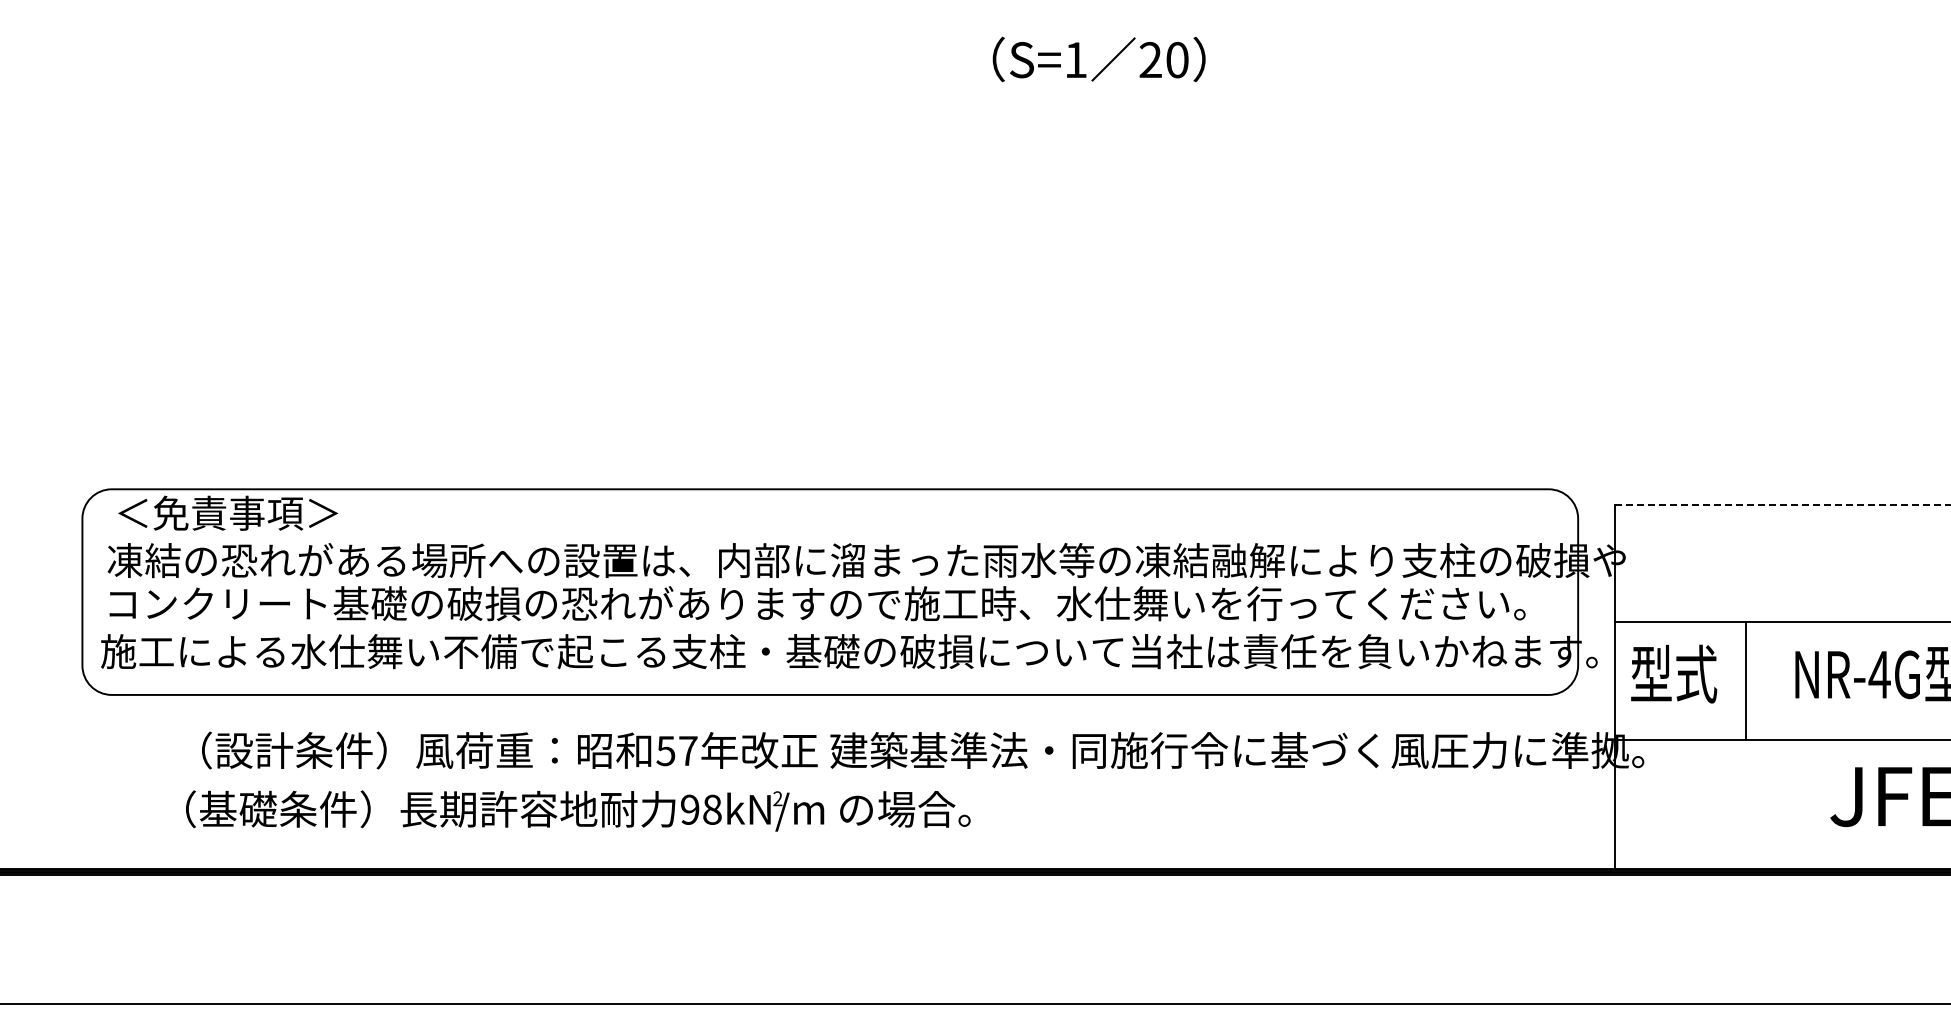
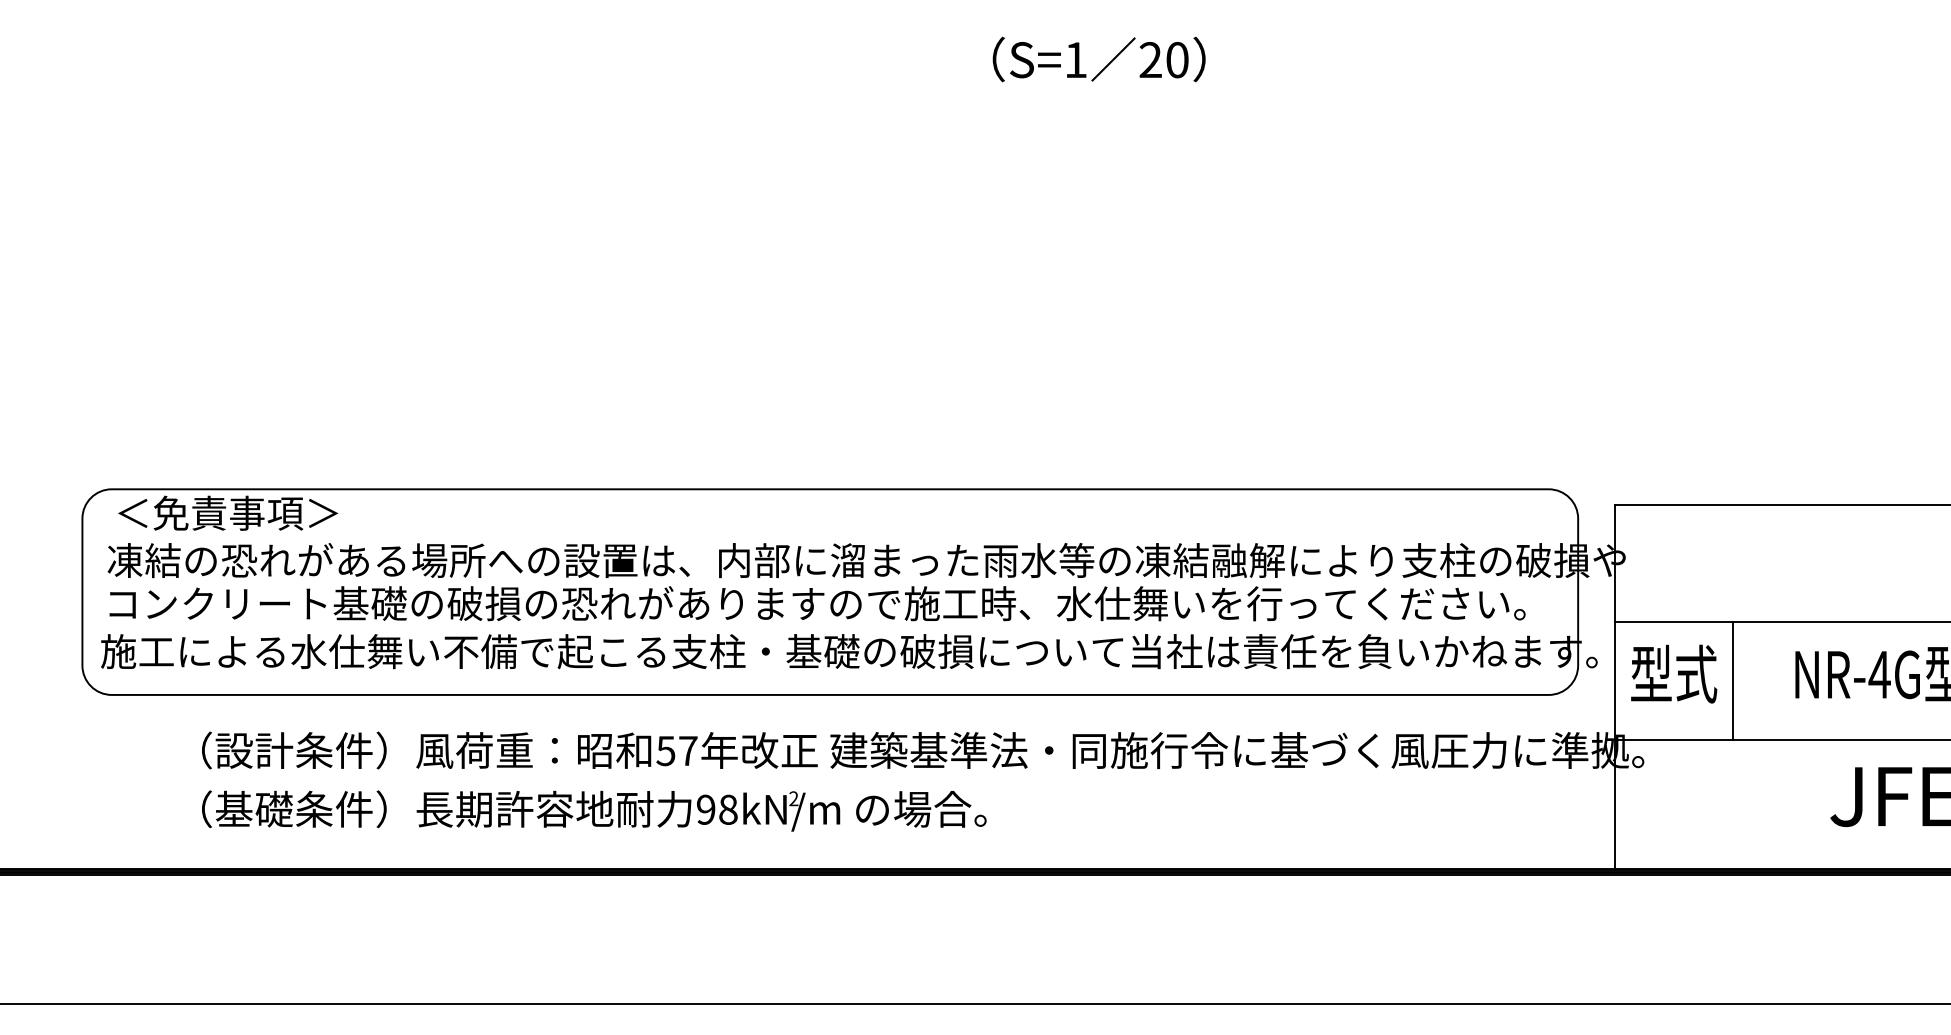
line at (1783, 504): dashed -> solid
line at (1745, 680) position: (1745, 680) -> (1732, 680)
text at (578, 810) position: (578, 810) -> (594, 810)
